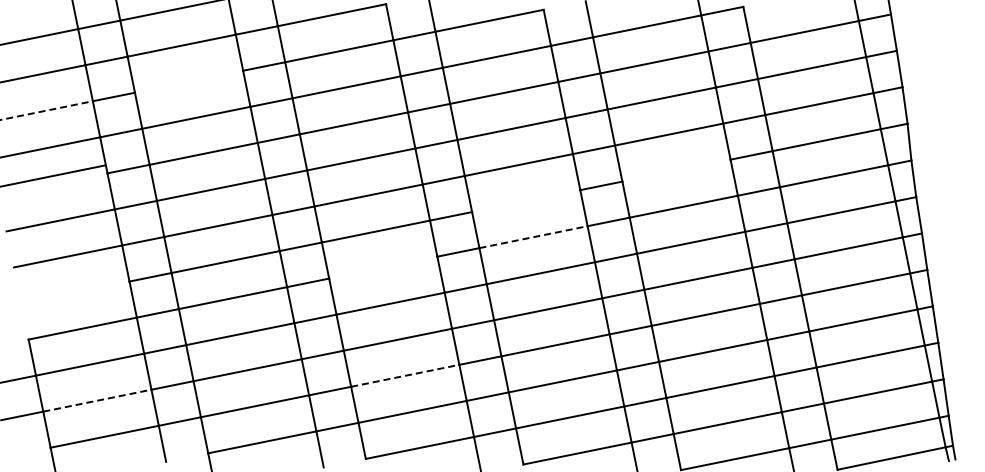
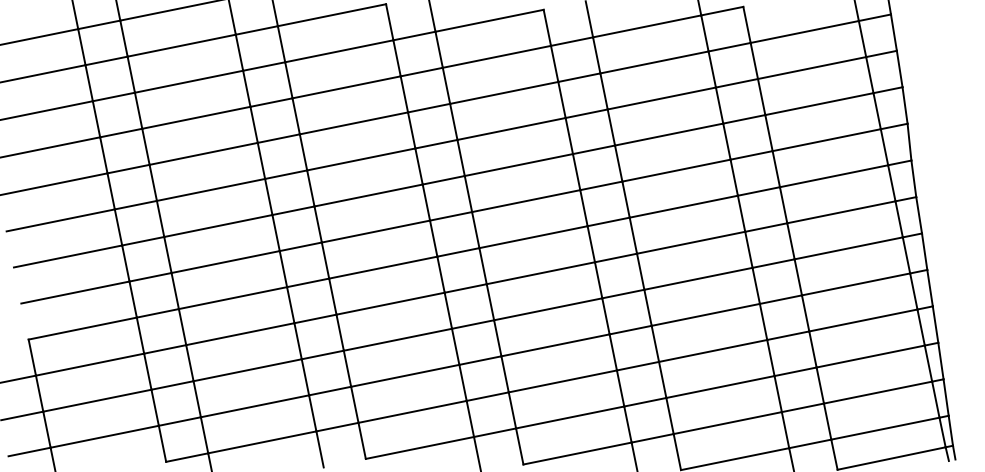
line at (188, 81): none -> present
line at (47, 110): dashed -> solid
line at (676, 170): none -> present
line at (53, 175) position: (53, 175) -> (54, 183)
line at (526, 201): none -> present
line at (534, 237): dashed -> solid
line at (383, 267): none -> present
line at (75, 292): none -> present
line at (405, 375): dashed -> solid
line at (97, 400): dashed -> solid
line at (29, 451): none -> present
line at (187, 457): none -> present
